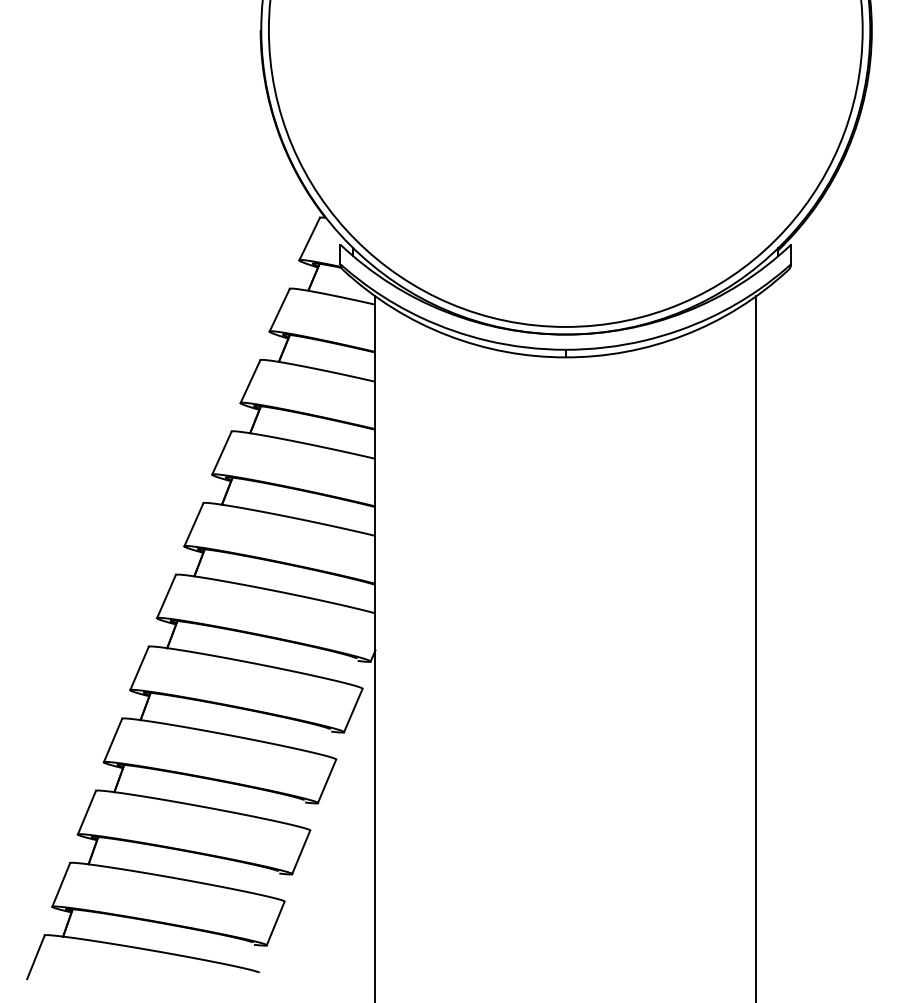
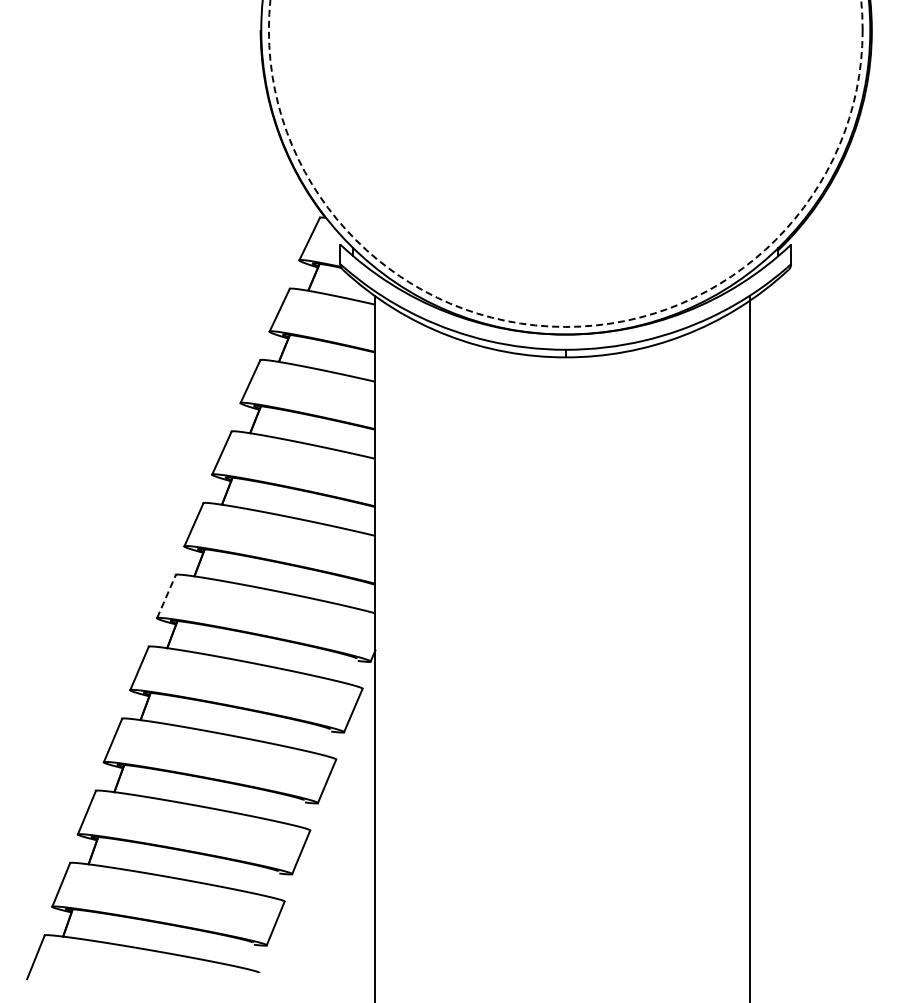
circle at (565, 163): solid -> dashed
line at (166, 596): solid -> dashed
line at (756, 647) position: (756, 647) -> (750, 647)
